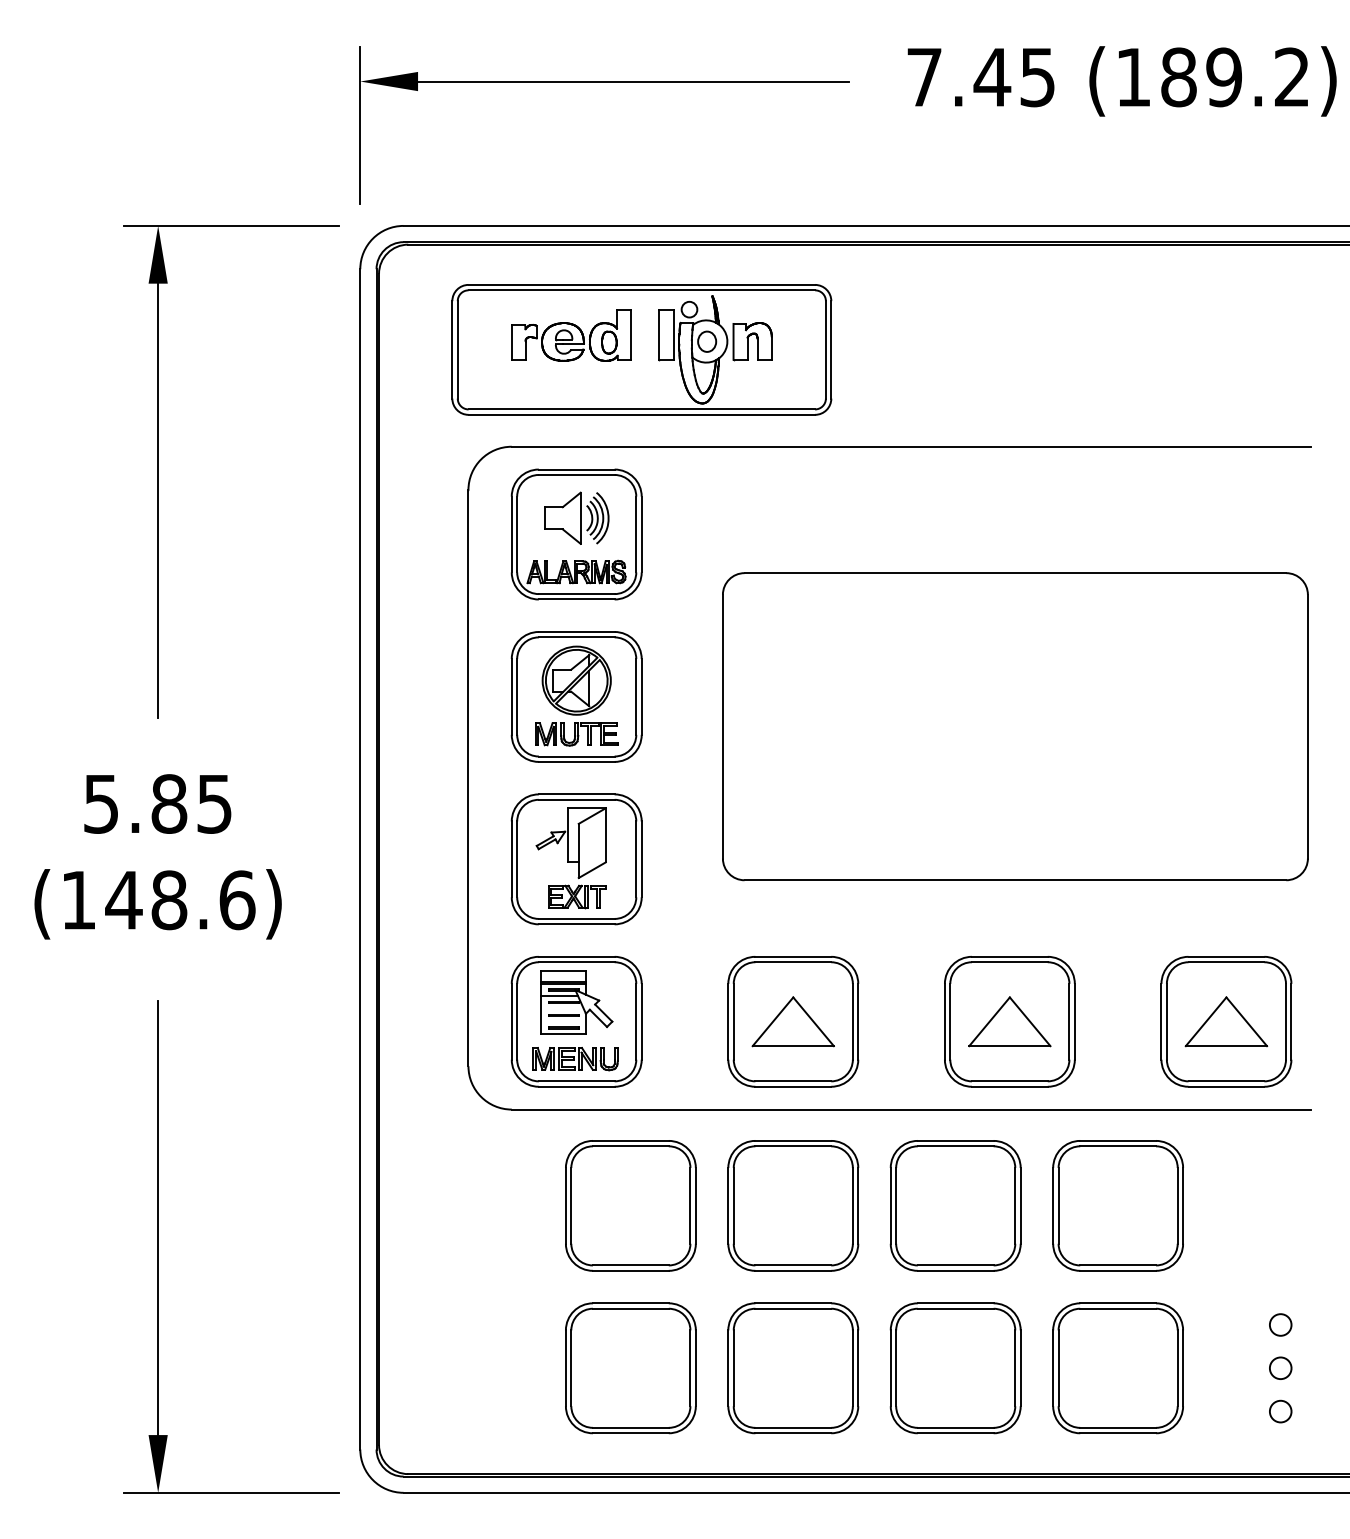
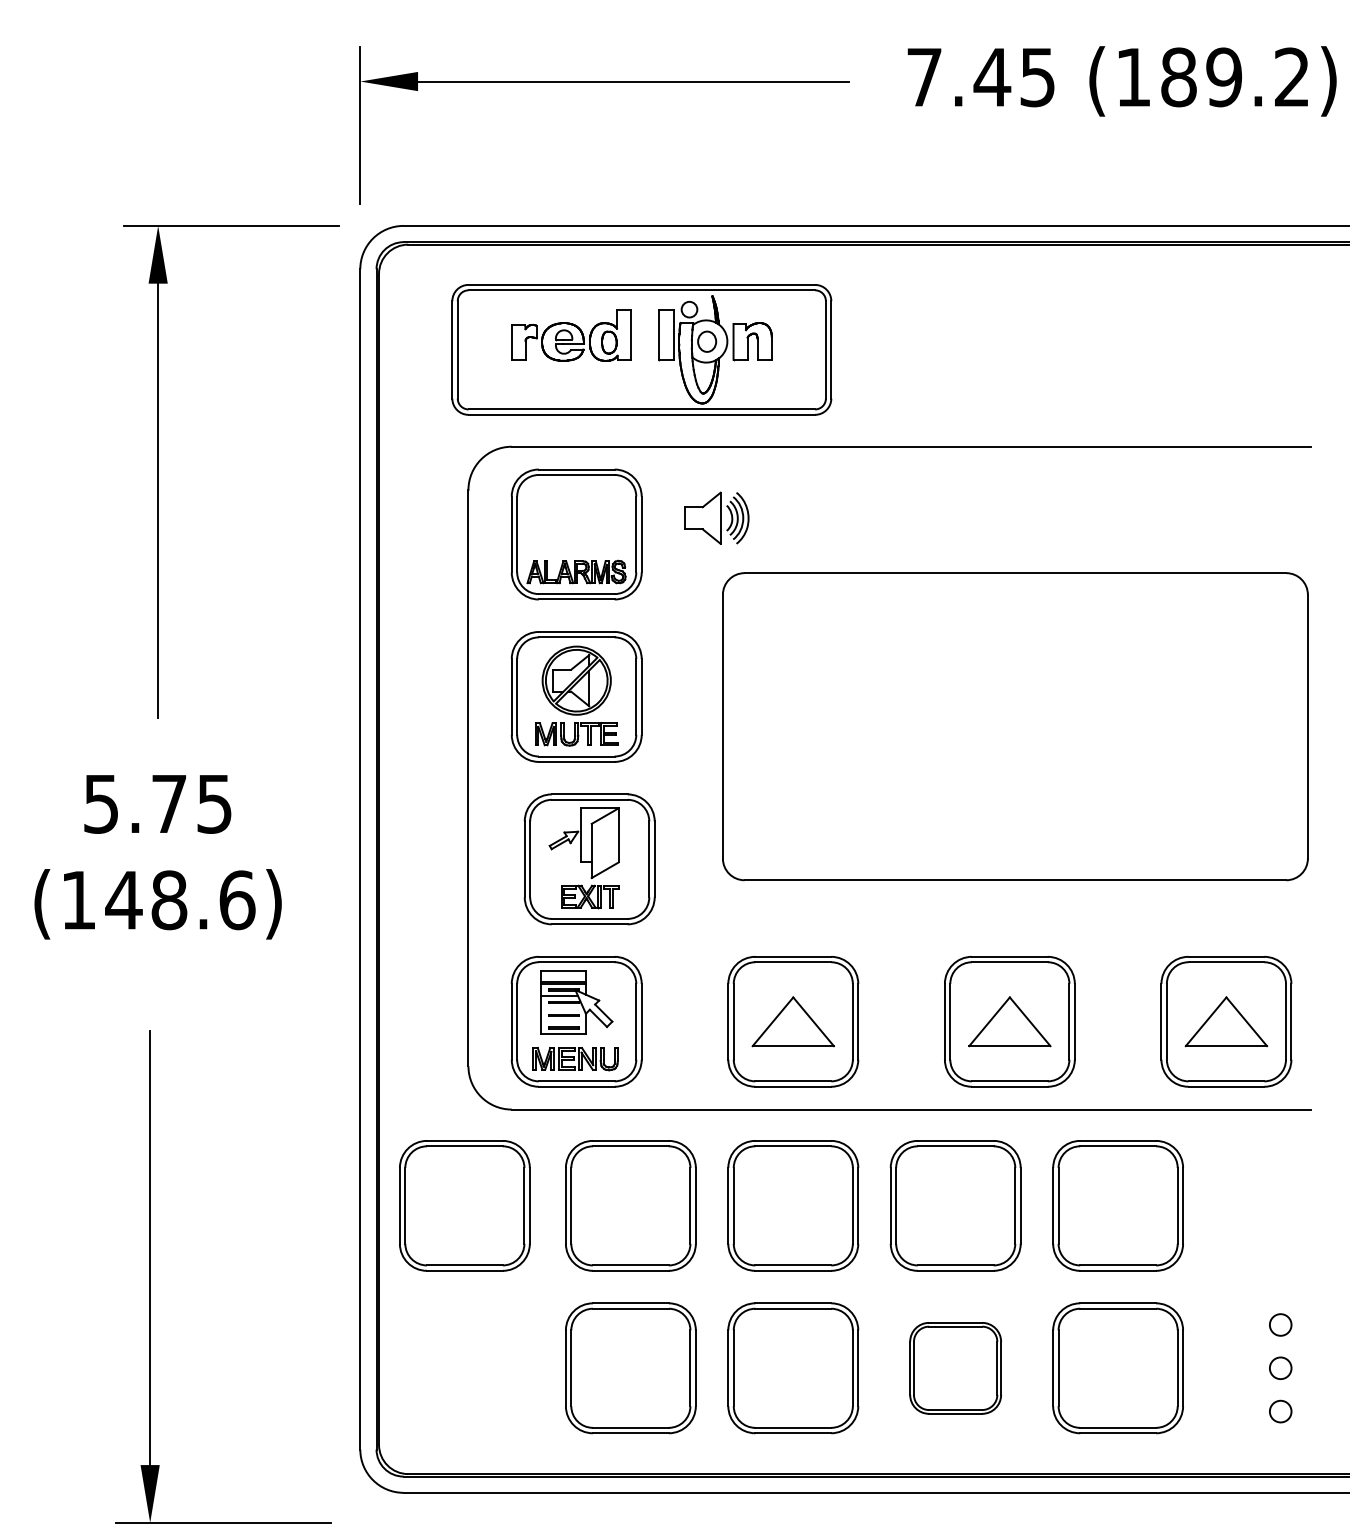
part at (576, 517) position: (576, 517) -> (716, 517)
text at (169, 803): 5.85 -> 5.75
part at (576, 859) position: (576, 859) -> (589, 859)
part at (464, 1205): none -> present
part at (158, 1246) position: (158, 1246) -> (150, 1276)
part at (955, 1368) size: 133x133 px -> 93x93 px
